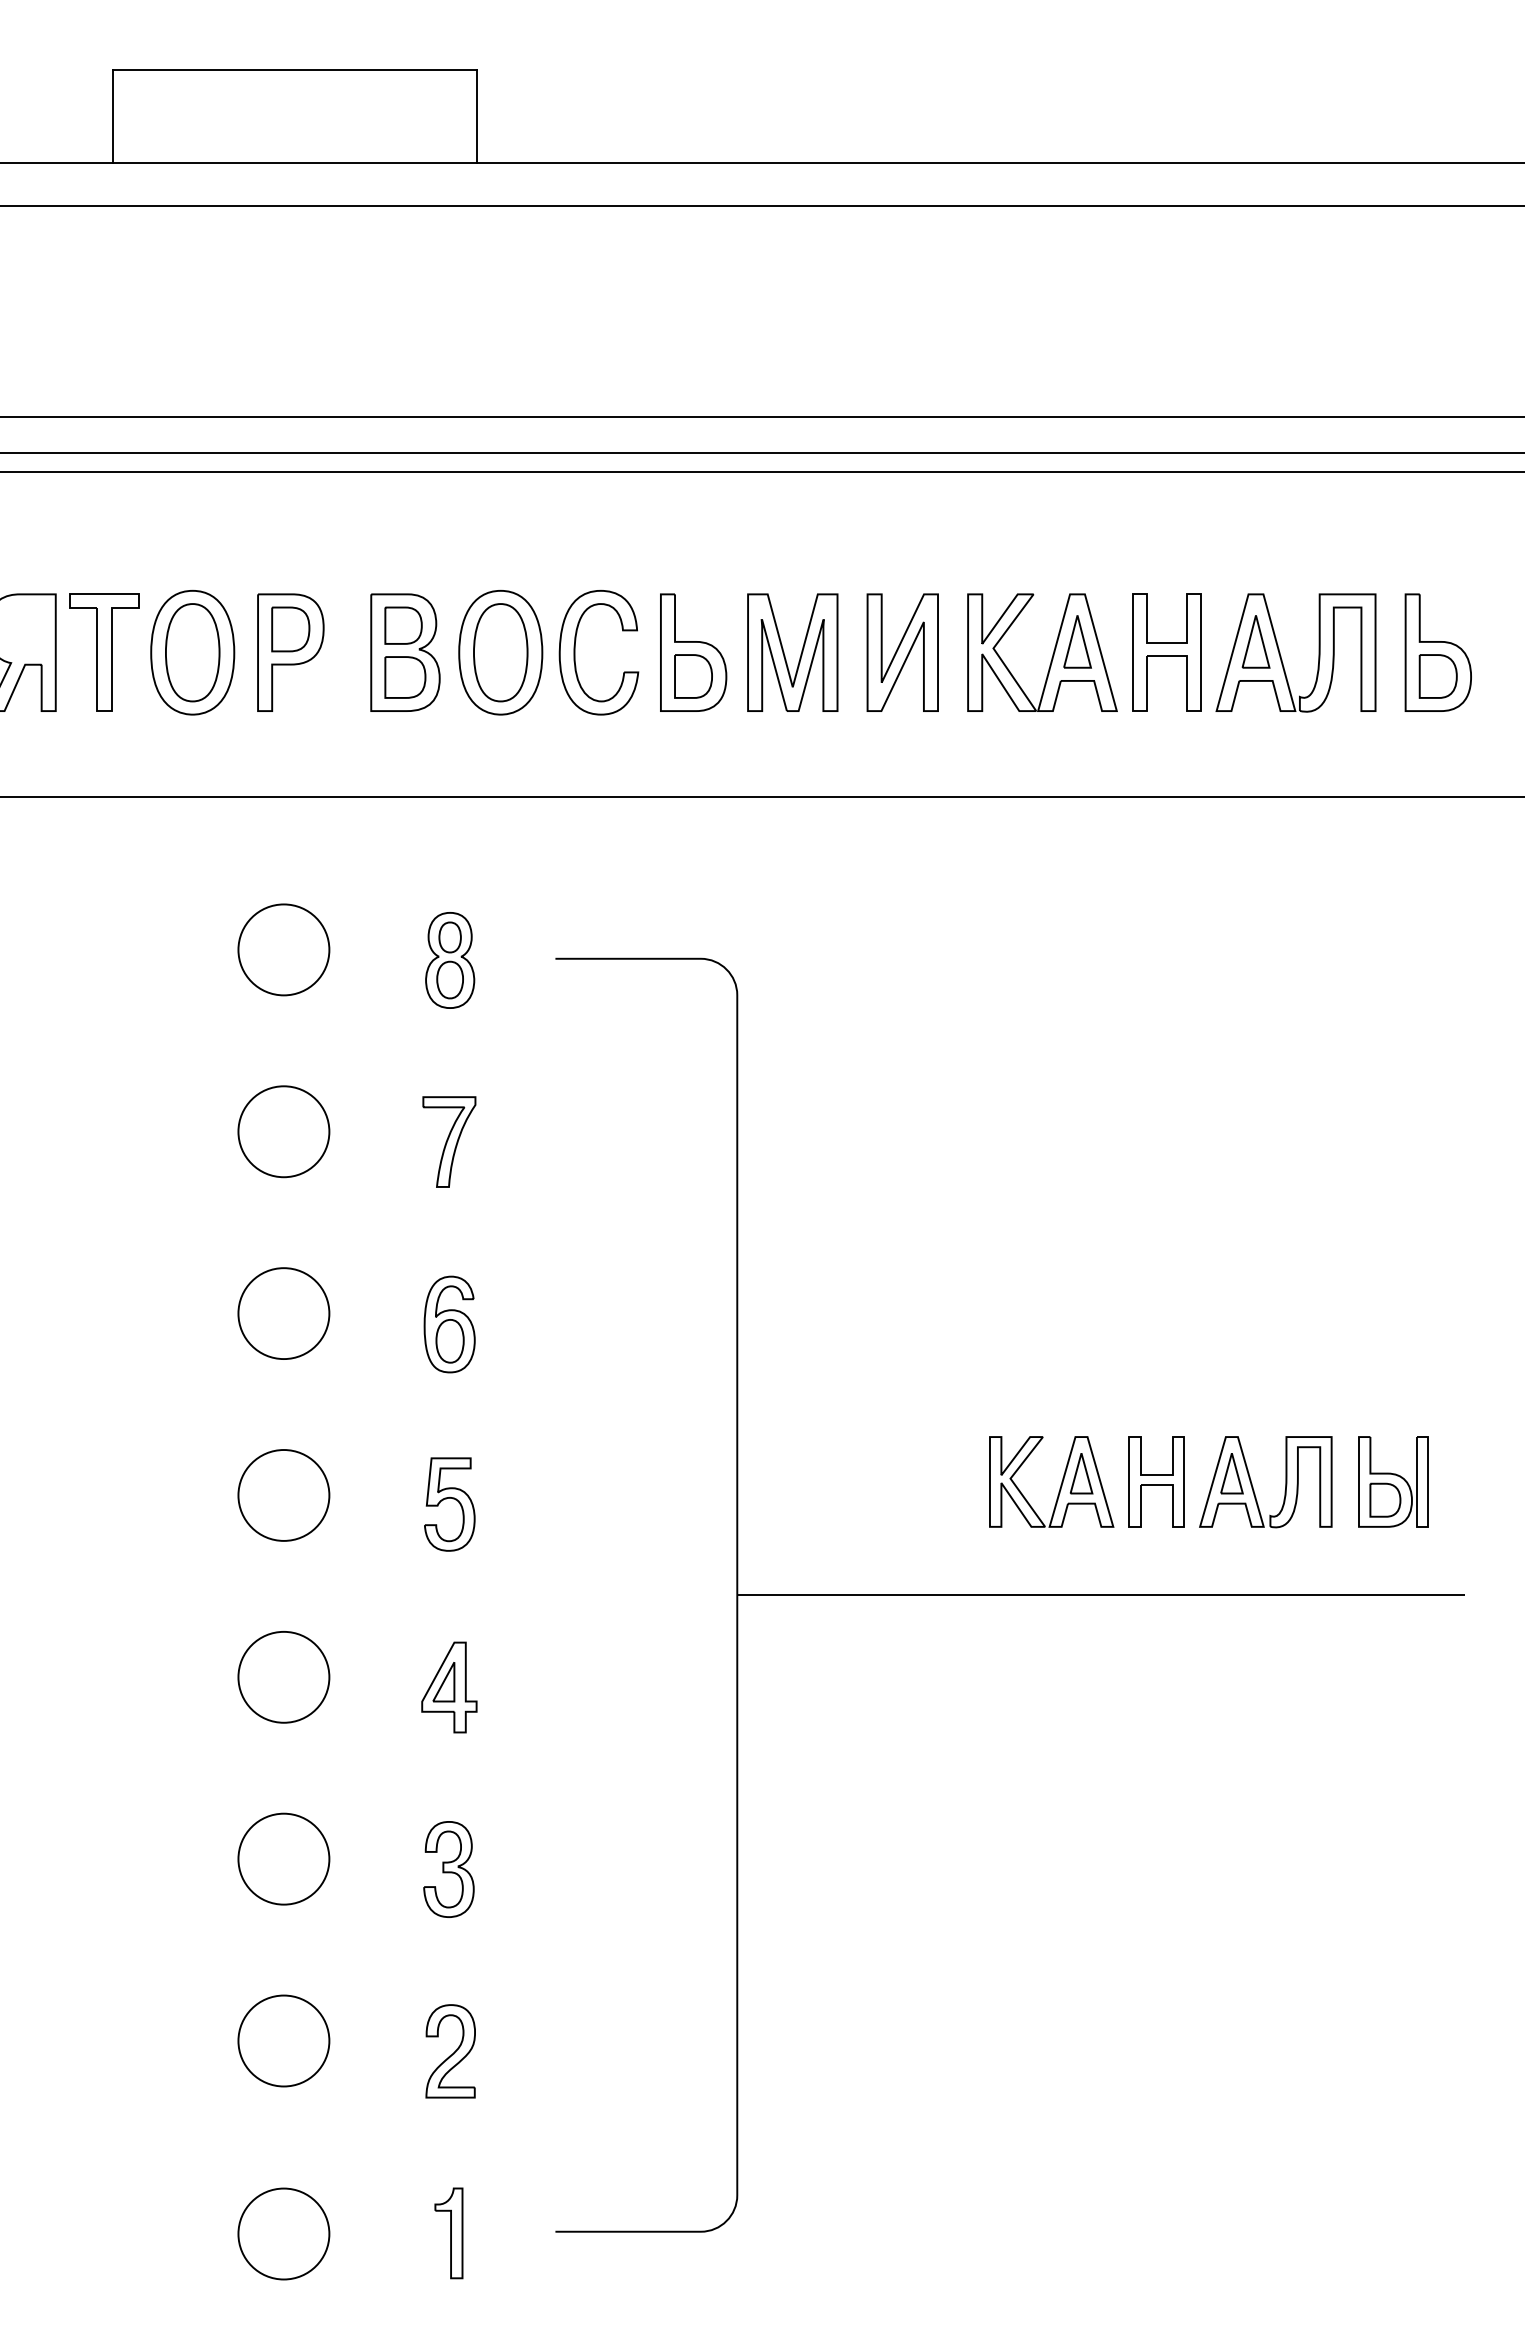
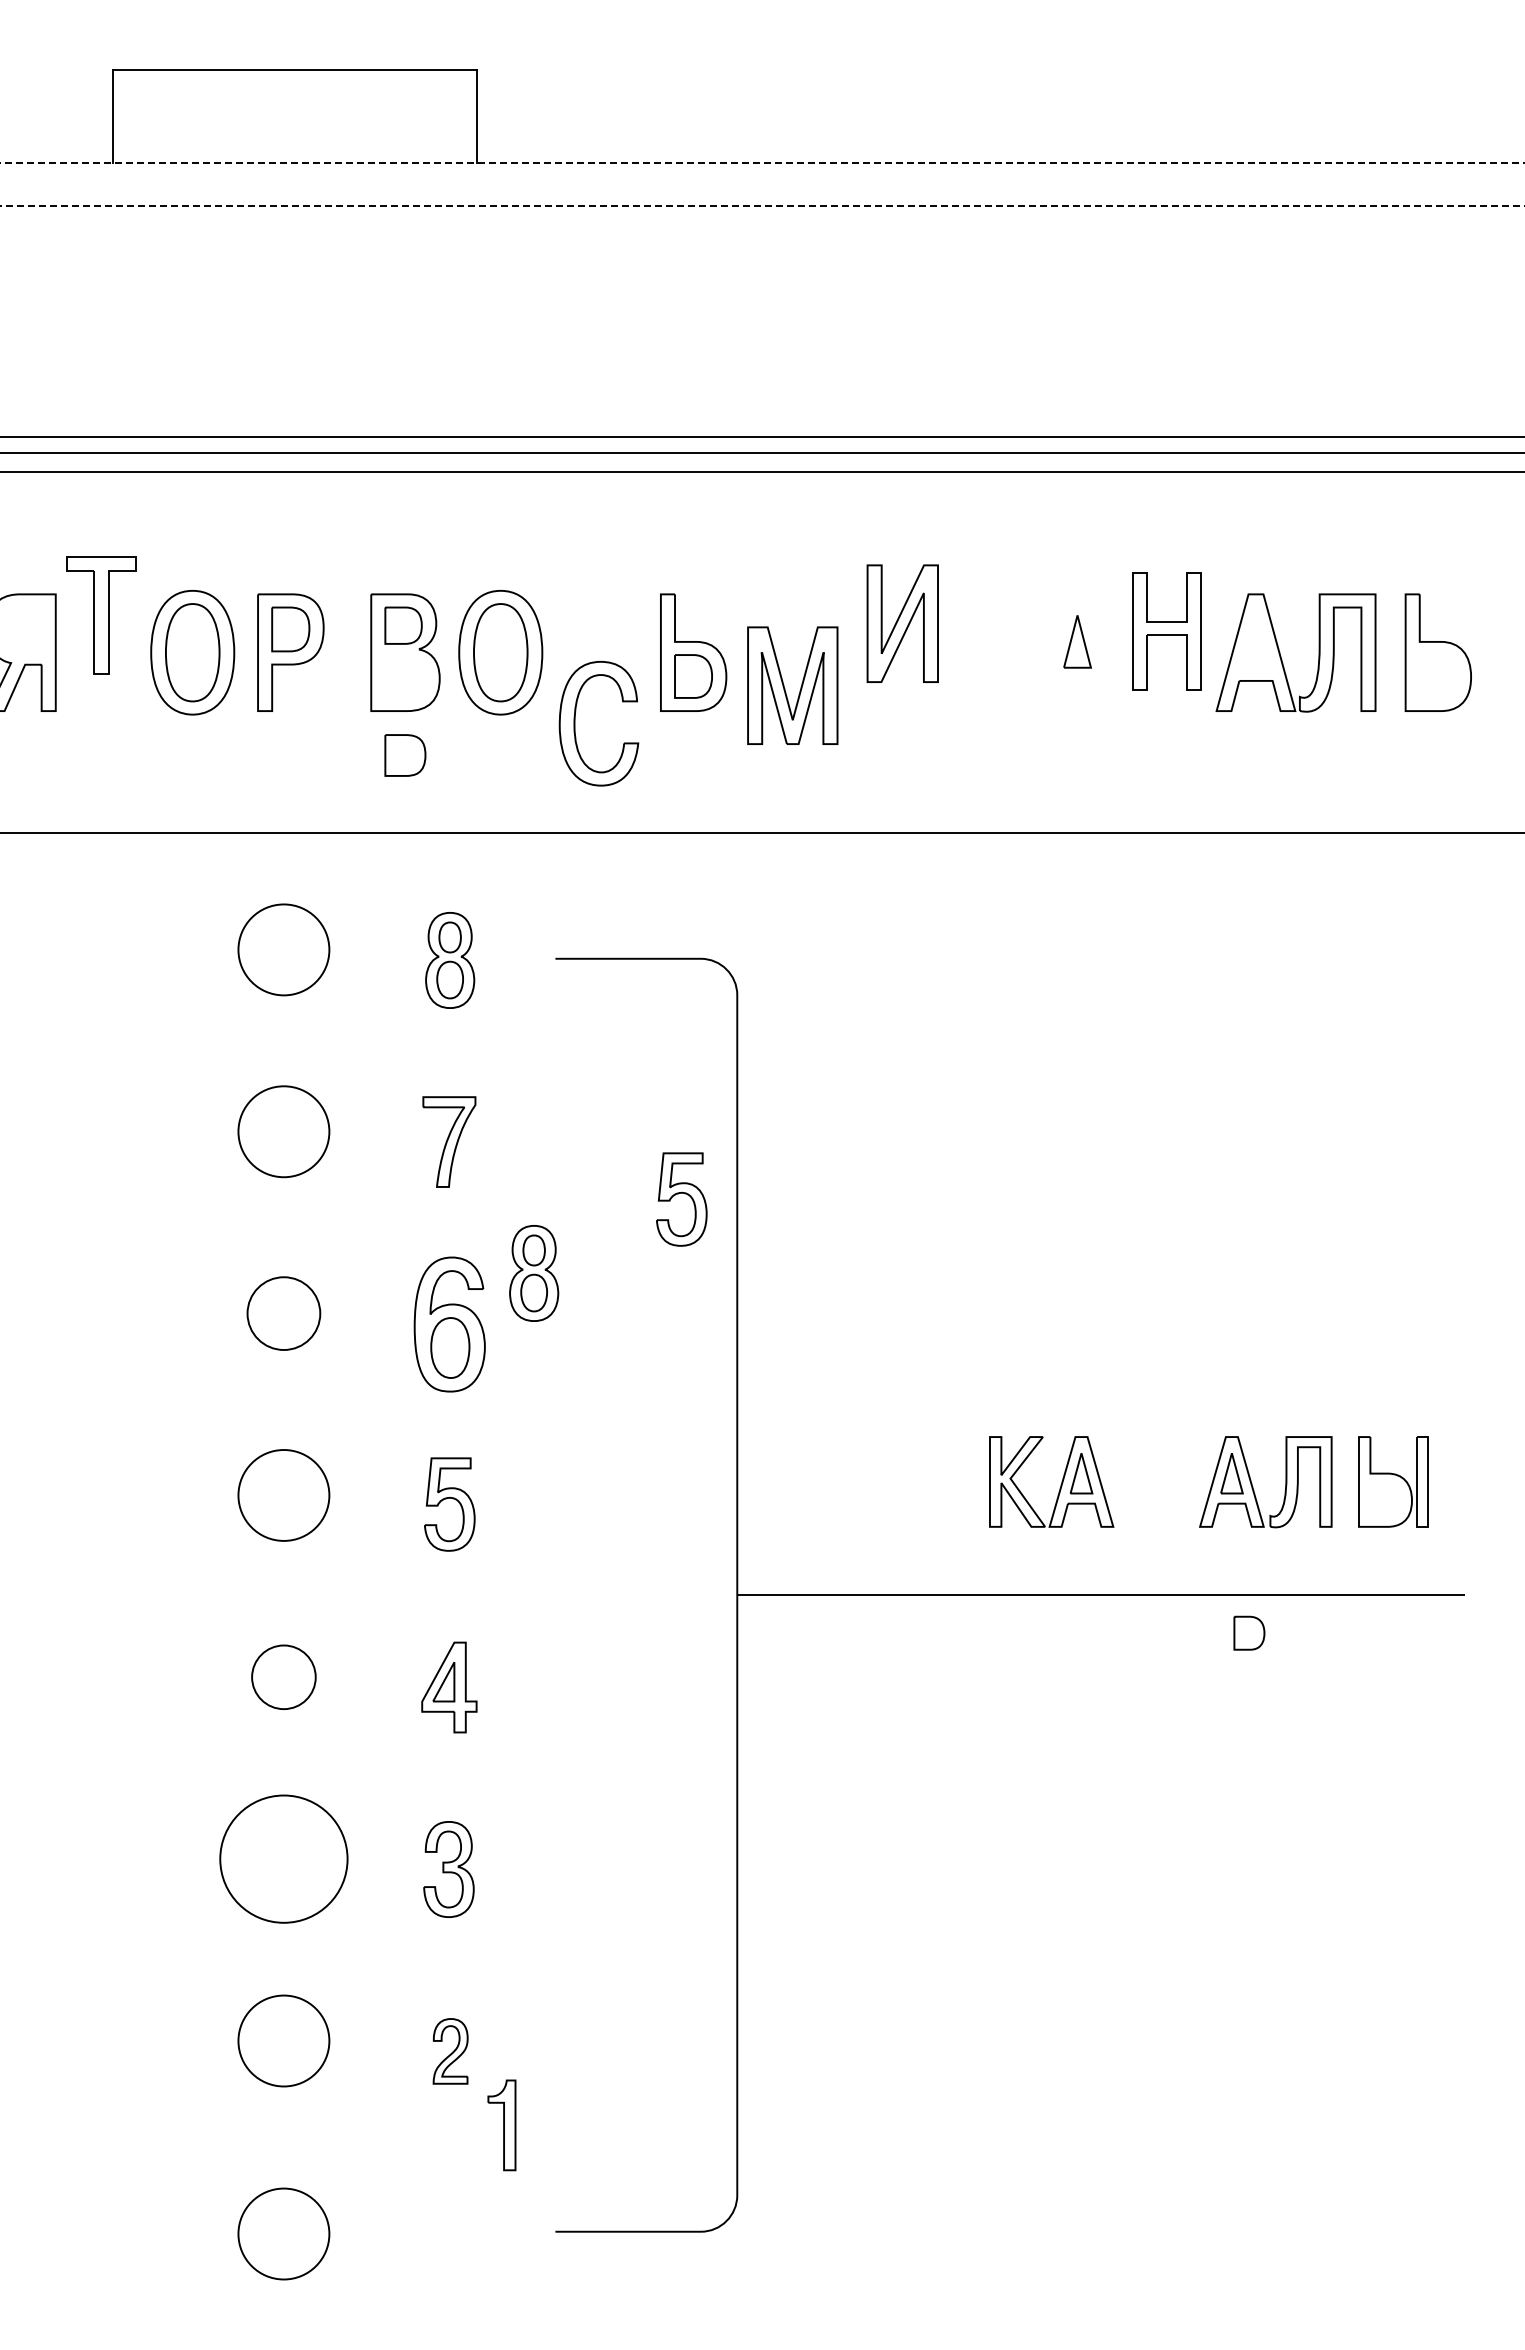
line at (762, 162): solid -> dashed
line at (762, 205): solid -> dashed
line at (761, 417) position: (761, 417) -> (761, 437)
part at (1255, 641): present -> none
part at (104, 652) position: (104, 652) -> (101, 615)
part at (575, 652) position: (575, 652) -> (575, 723)
part at (902, 652) position: (902, 652) -> (902, 623)
part at (1166, 652) position: (1166, 652) -> (1166, 631)
part at (1052, 654): present -> none
part at (785, 655) position: (785, 655) -> (785, 688)
part at (1437, 676): present -> none
part at (405, 677) position: (405, 677) -> (405, 755)
line at (761, 796) position: (761, 796) -> (761, 832)
part at (681, 1199): none -> present
part at (534, 1273): none -> present
circle at (283, 1313) diameter: 91 px -> 73 px
part at (449, 1324) size: 53x99 px -> 73x137 px
part at (1156, 1481): present -> none
part at (1385, 1499) position: (1385, 1499) -> (1249, 1632)
circle at (283, 1676) diameter: 91 px -> 64 px
circle at (283, 1858) diameter: 91 px -> 127 px
part at (450, 2051) size: 51x95 px -> 37x67 px
part at (448, 2233) position: (448, 2233) -> (501, 2125)
